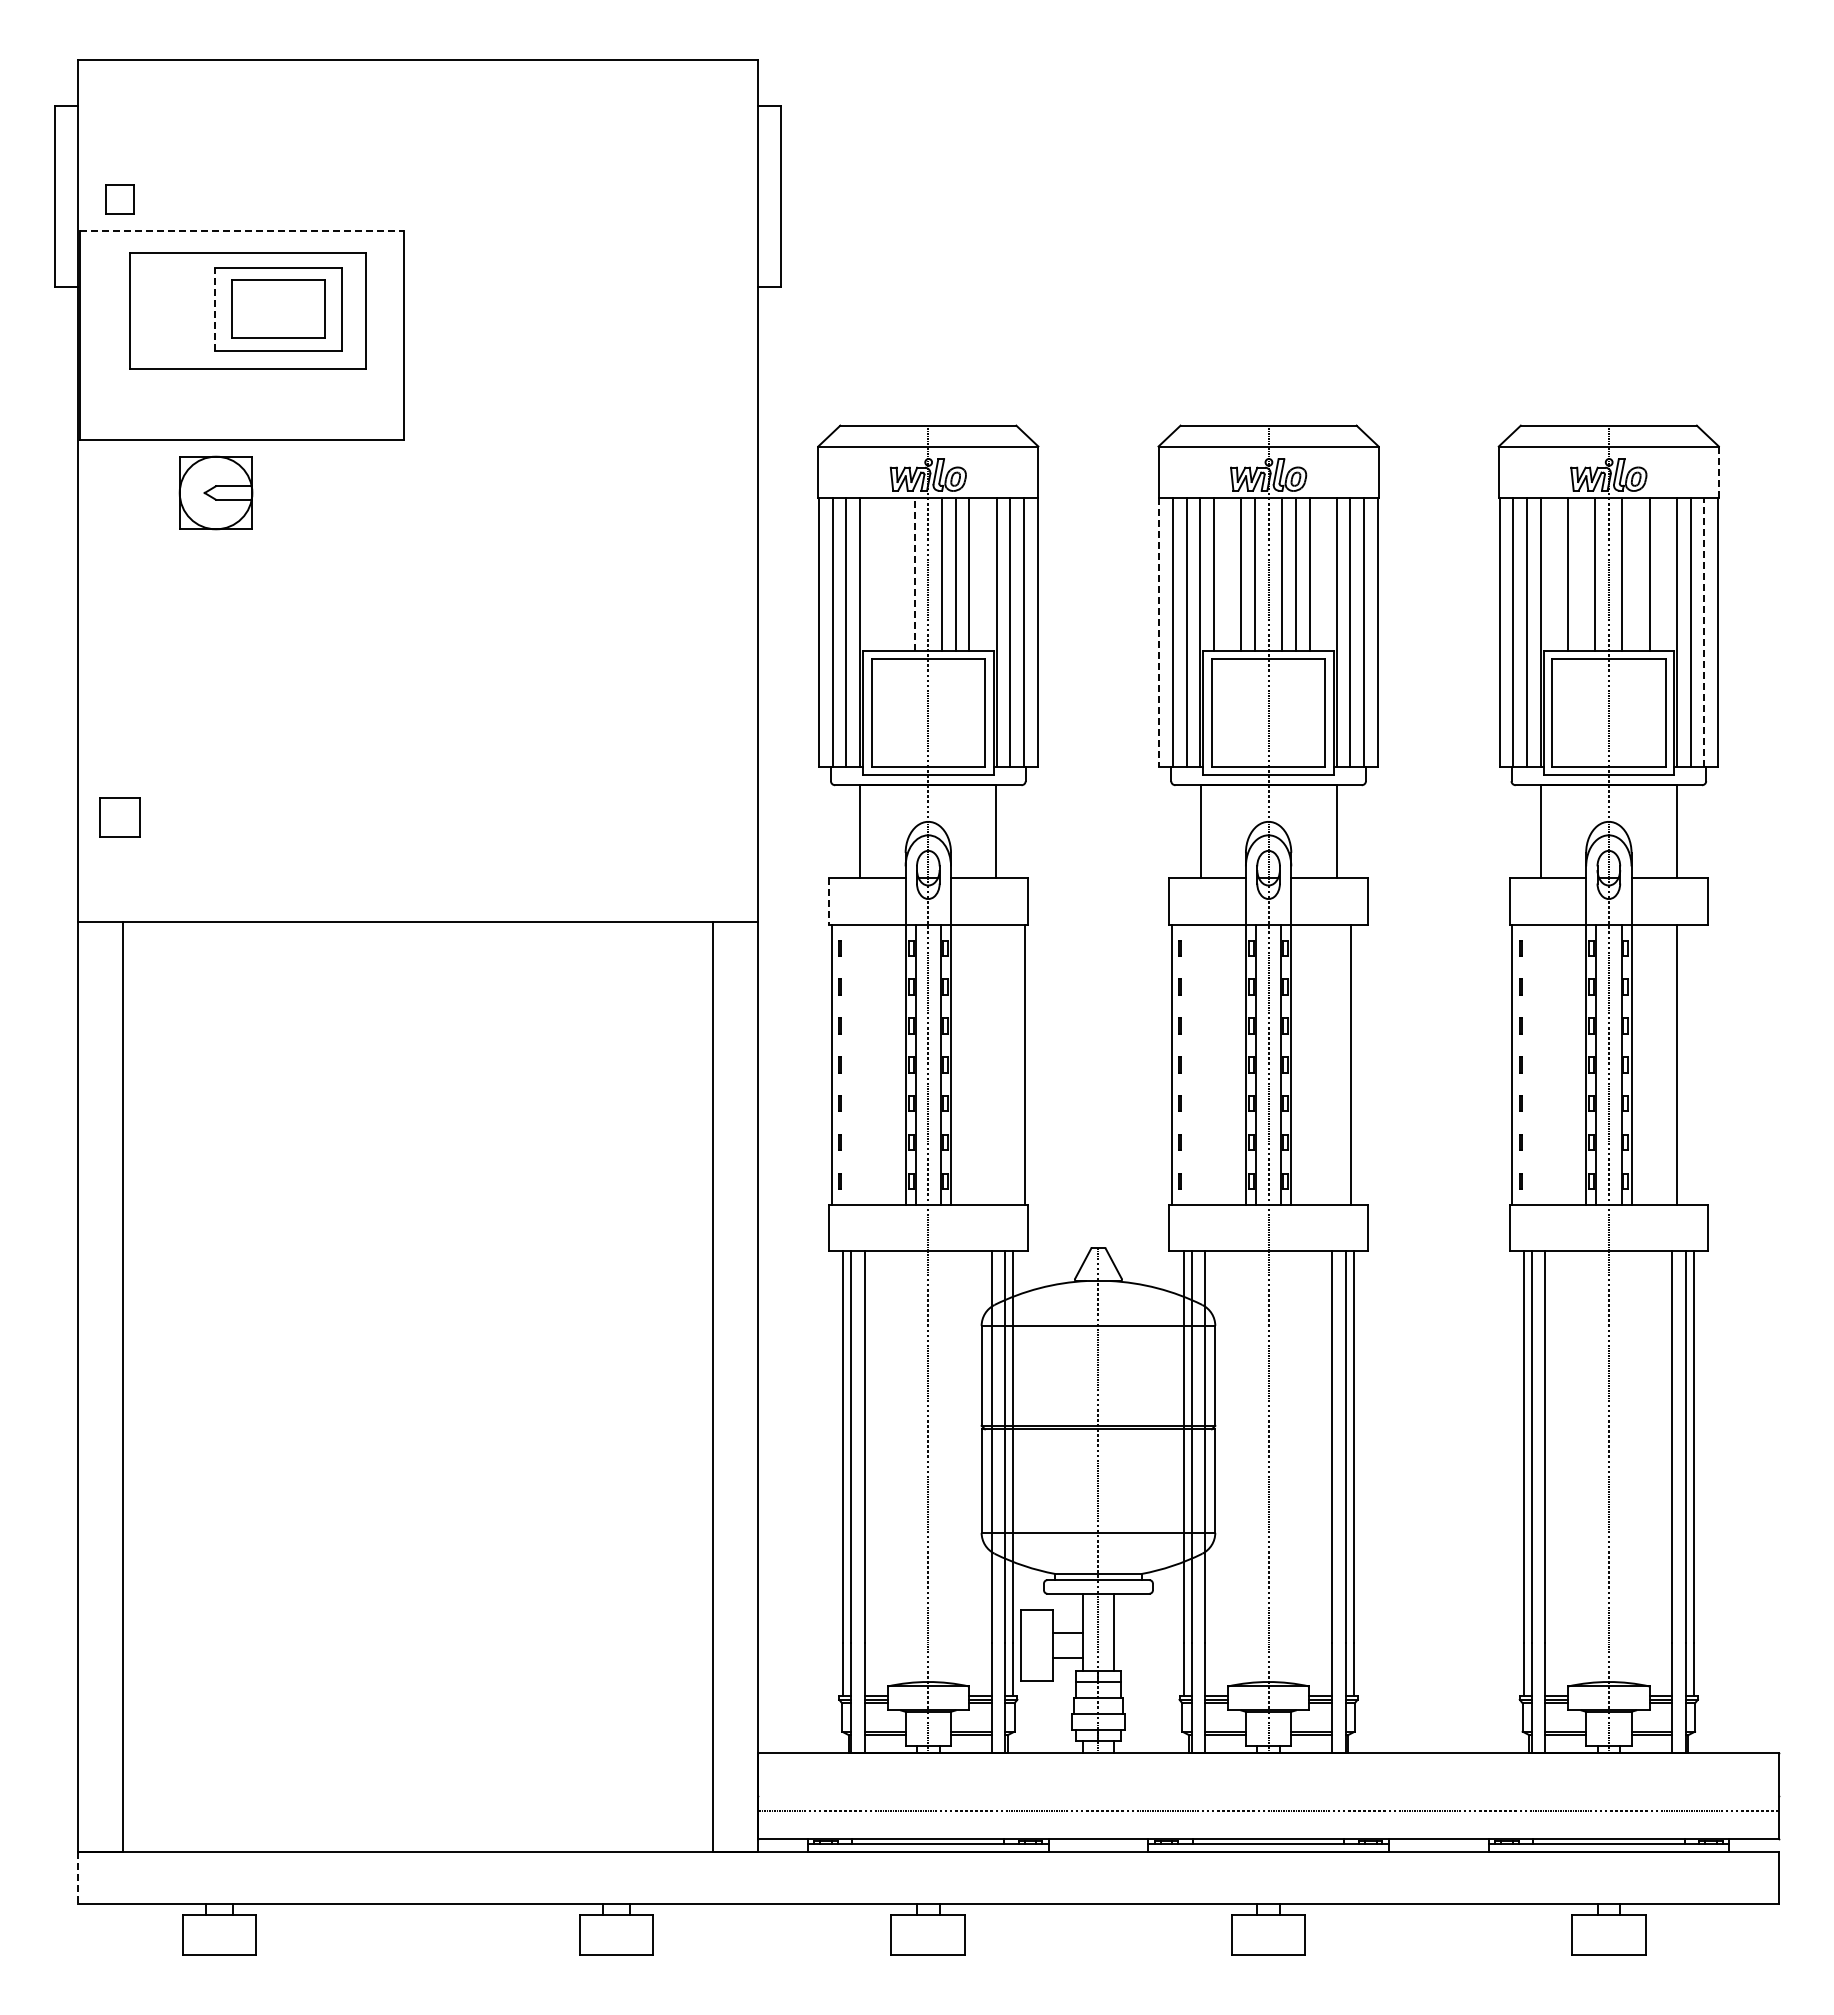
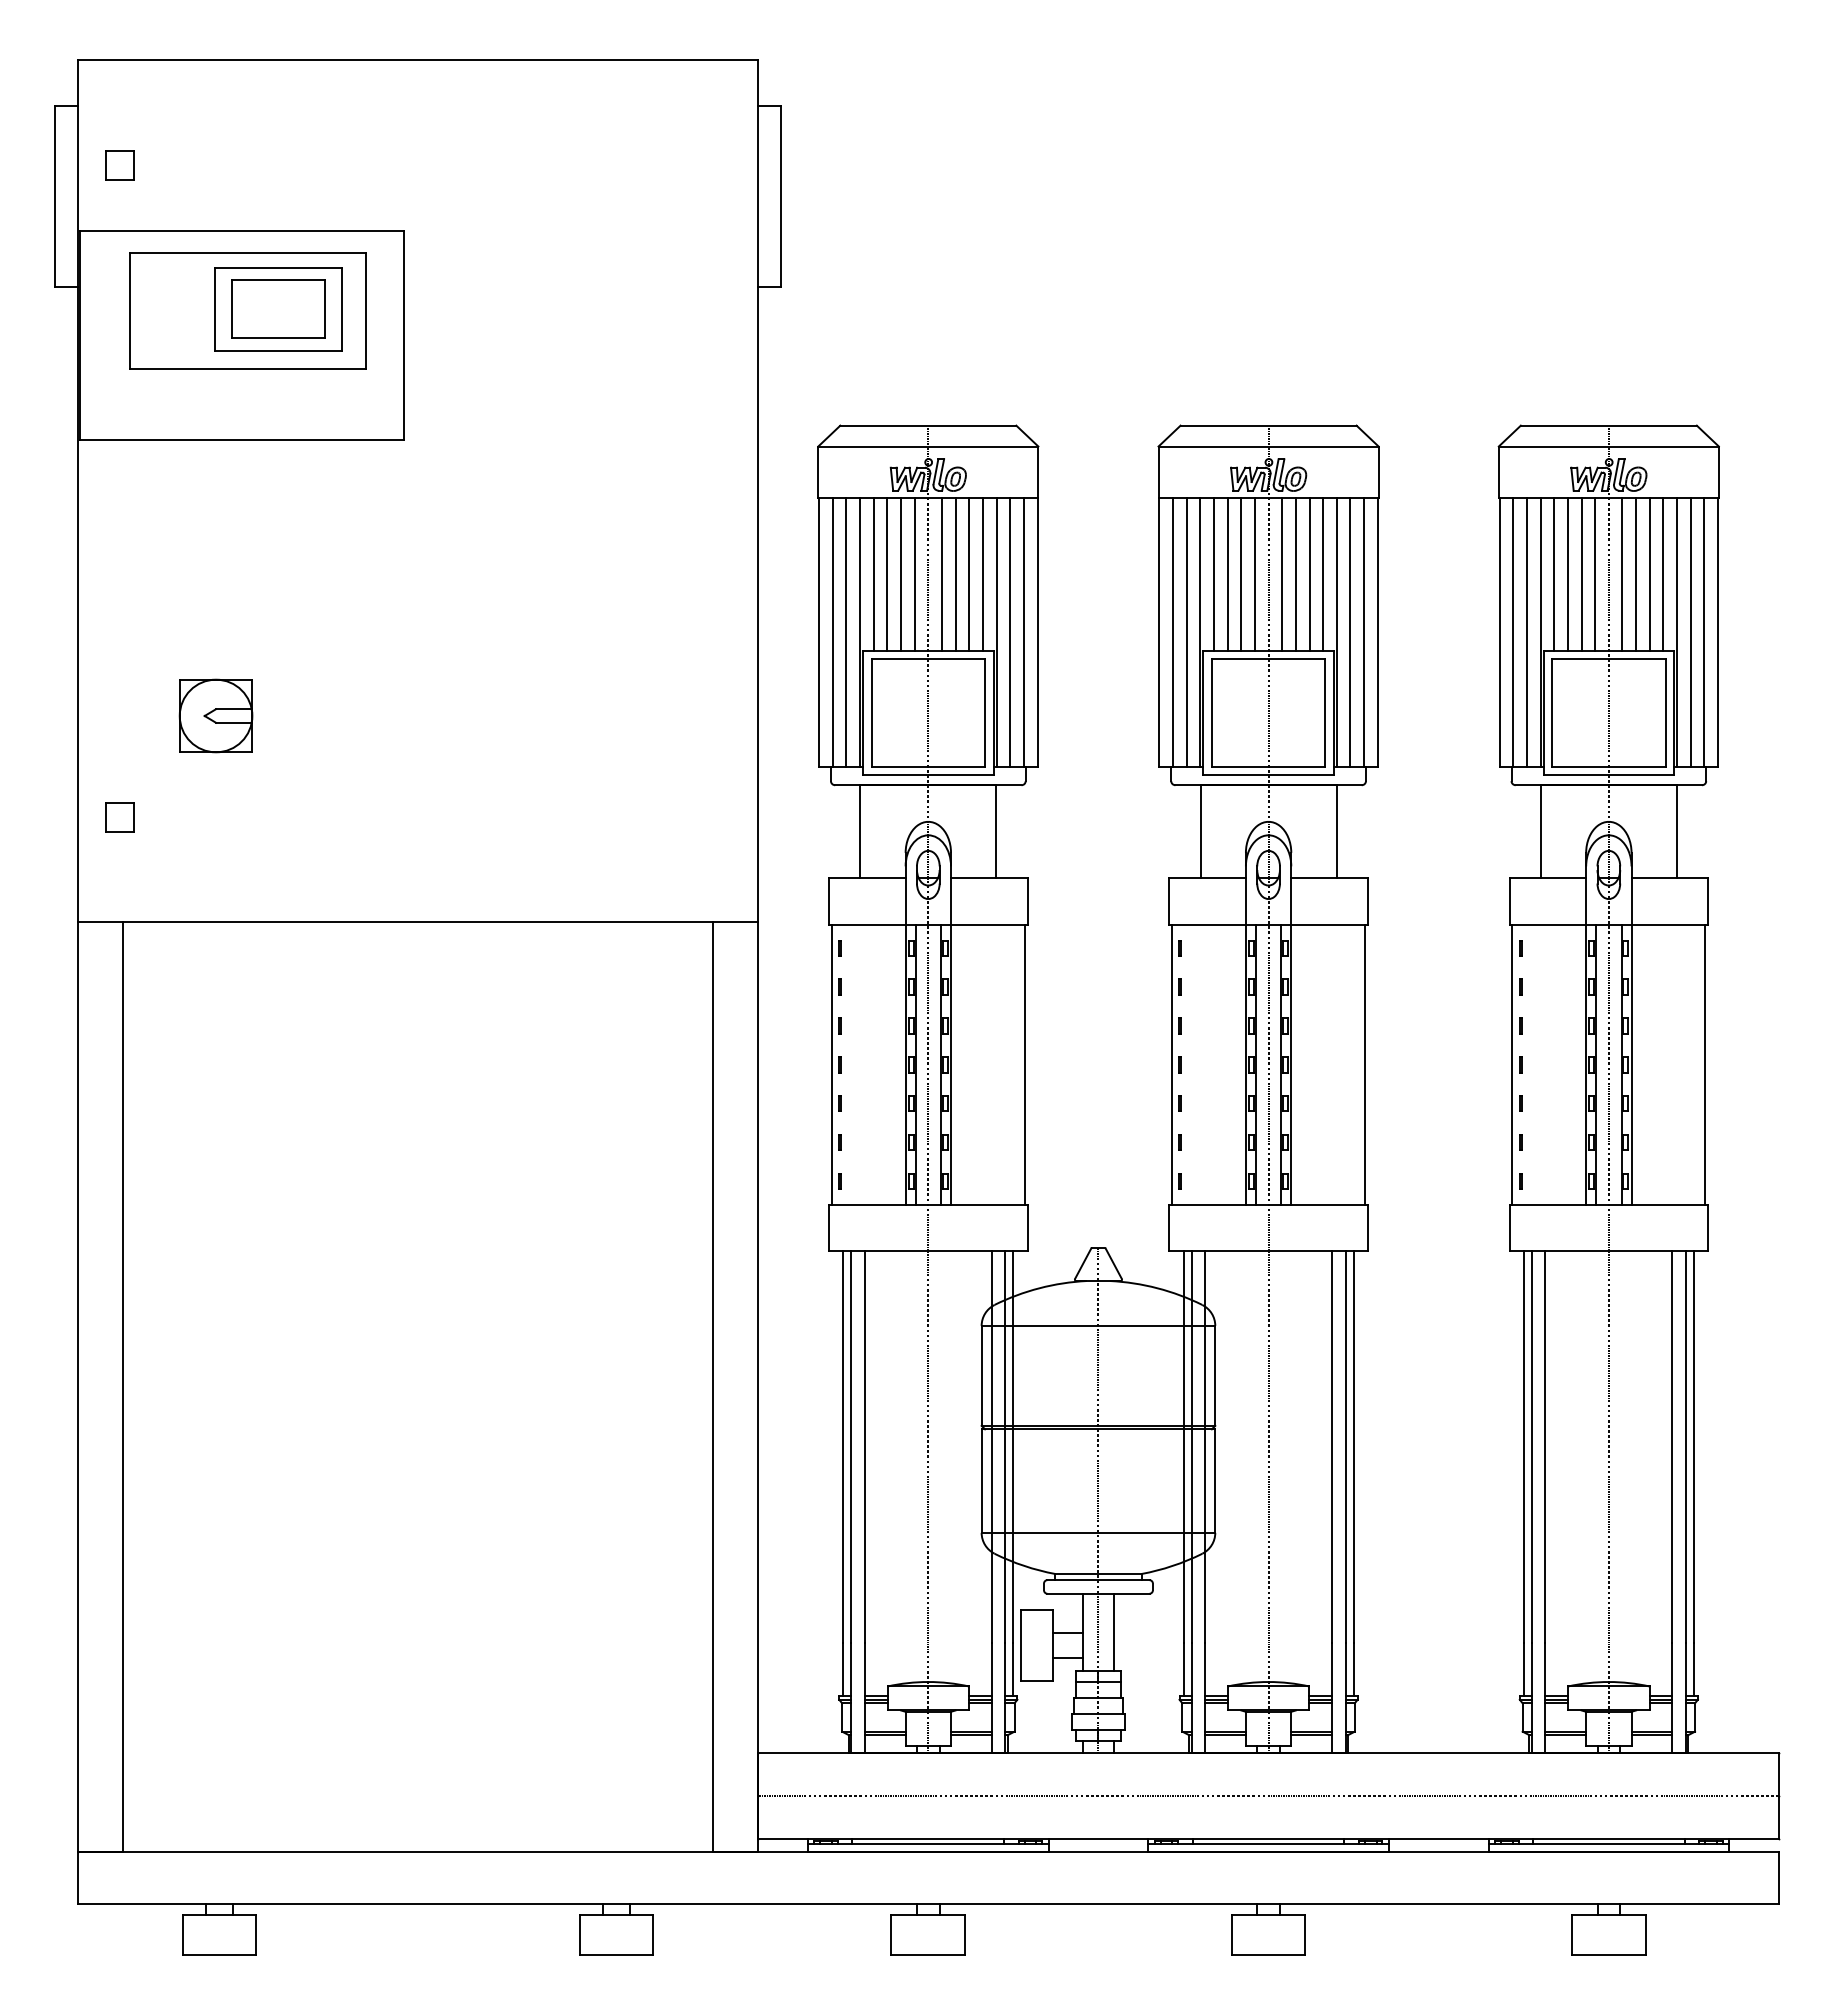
part at (119, 199) position: (119, 199) -> (119, 165)
line at (242, 230): dashed -> solid
line at (214, 308): dashed -> solid
line at (1718, 472): dashed -> solid
part at (215, 492) position: (215, 492) -> (215, 715)
line at (873, 574): none -> present
line at (887, 574): none -> present
line at (901, 574): none -> present
line at (914, 574): dashed -> solid
line at (982, 574): none -> present
line at (1227, 574): none -> present
line at (1323, 574): none -> present
line at (1554, 574): none -> present
line at (1581, 574): none -> present
line at (1636, 574): none -> present
line at (1663, 574): none -> present
line at (1159, 632): dashed -> solid
line at (1704, 632): dashed -> solid
part at (119, 817) size: 42x41 px -> 30x31 px
line at (829, 902): dashed -> solid
line at (1351, 1064) position: (1351, 1064) -> (1365, 1064)
line at (1677, 1064) position: (1677, 1064) -> (1705, 1064)
line at (1268, 1810) position: (1268, 1810) -> (1268, 1795)
line at (77, 1877): dashed -> solid
